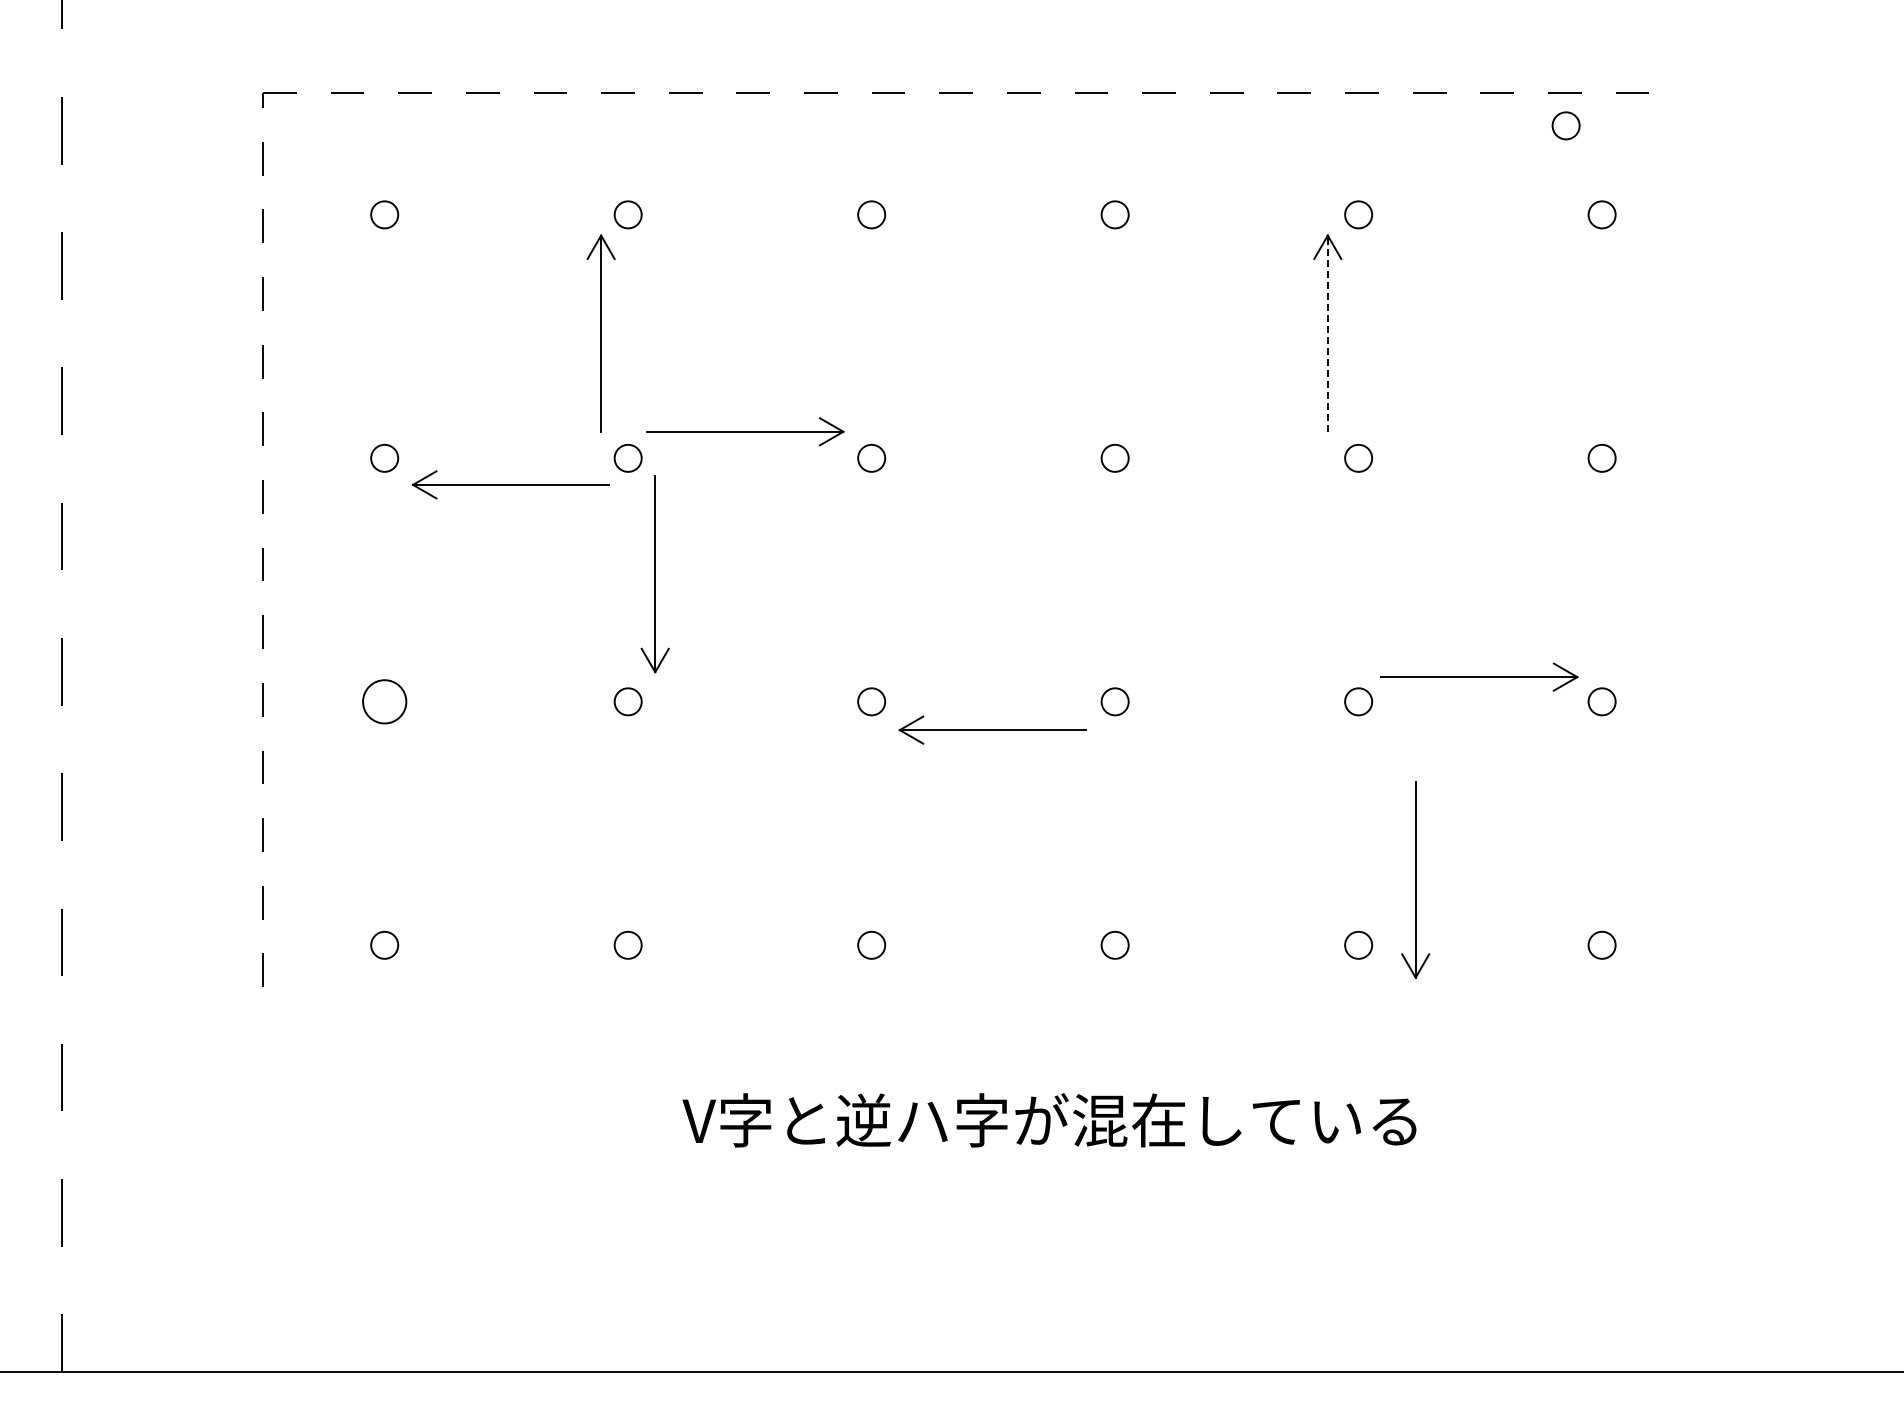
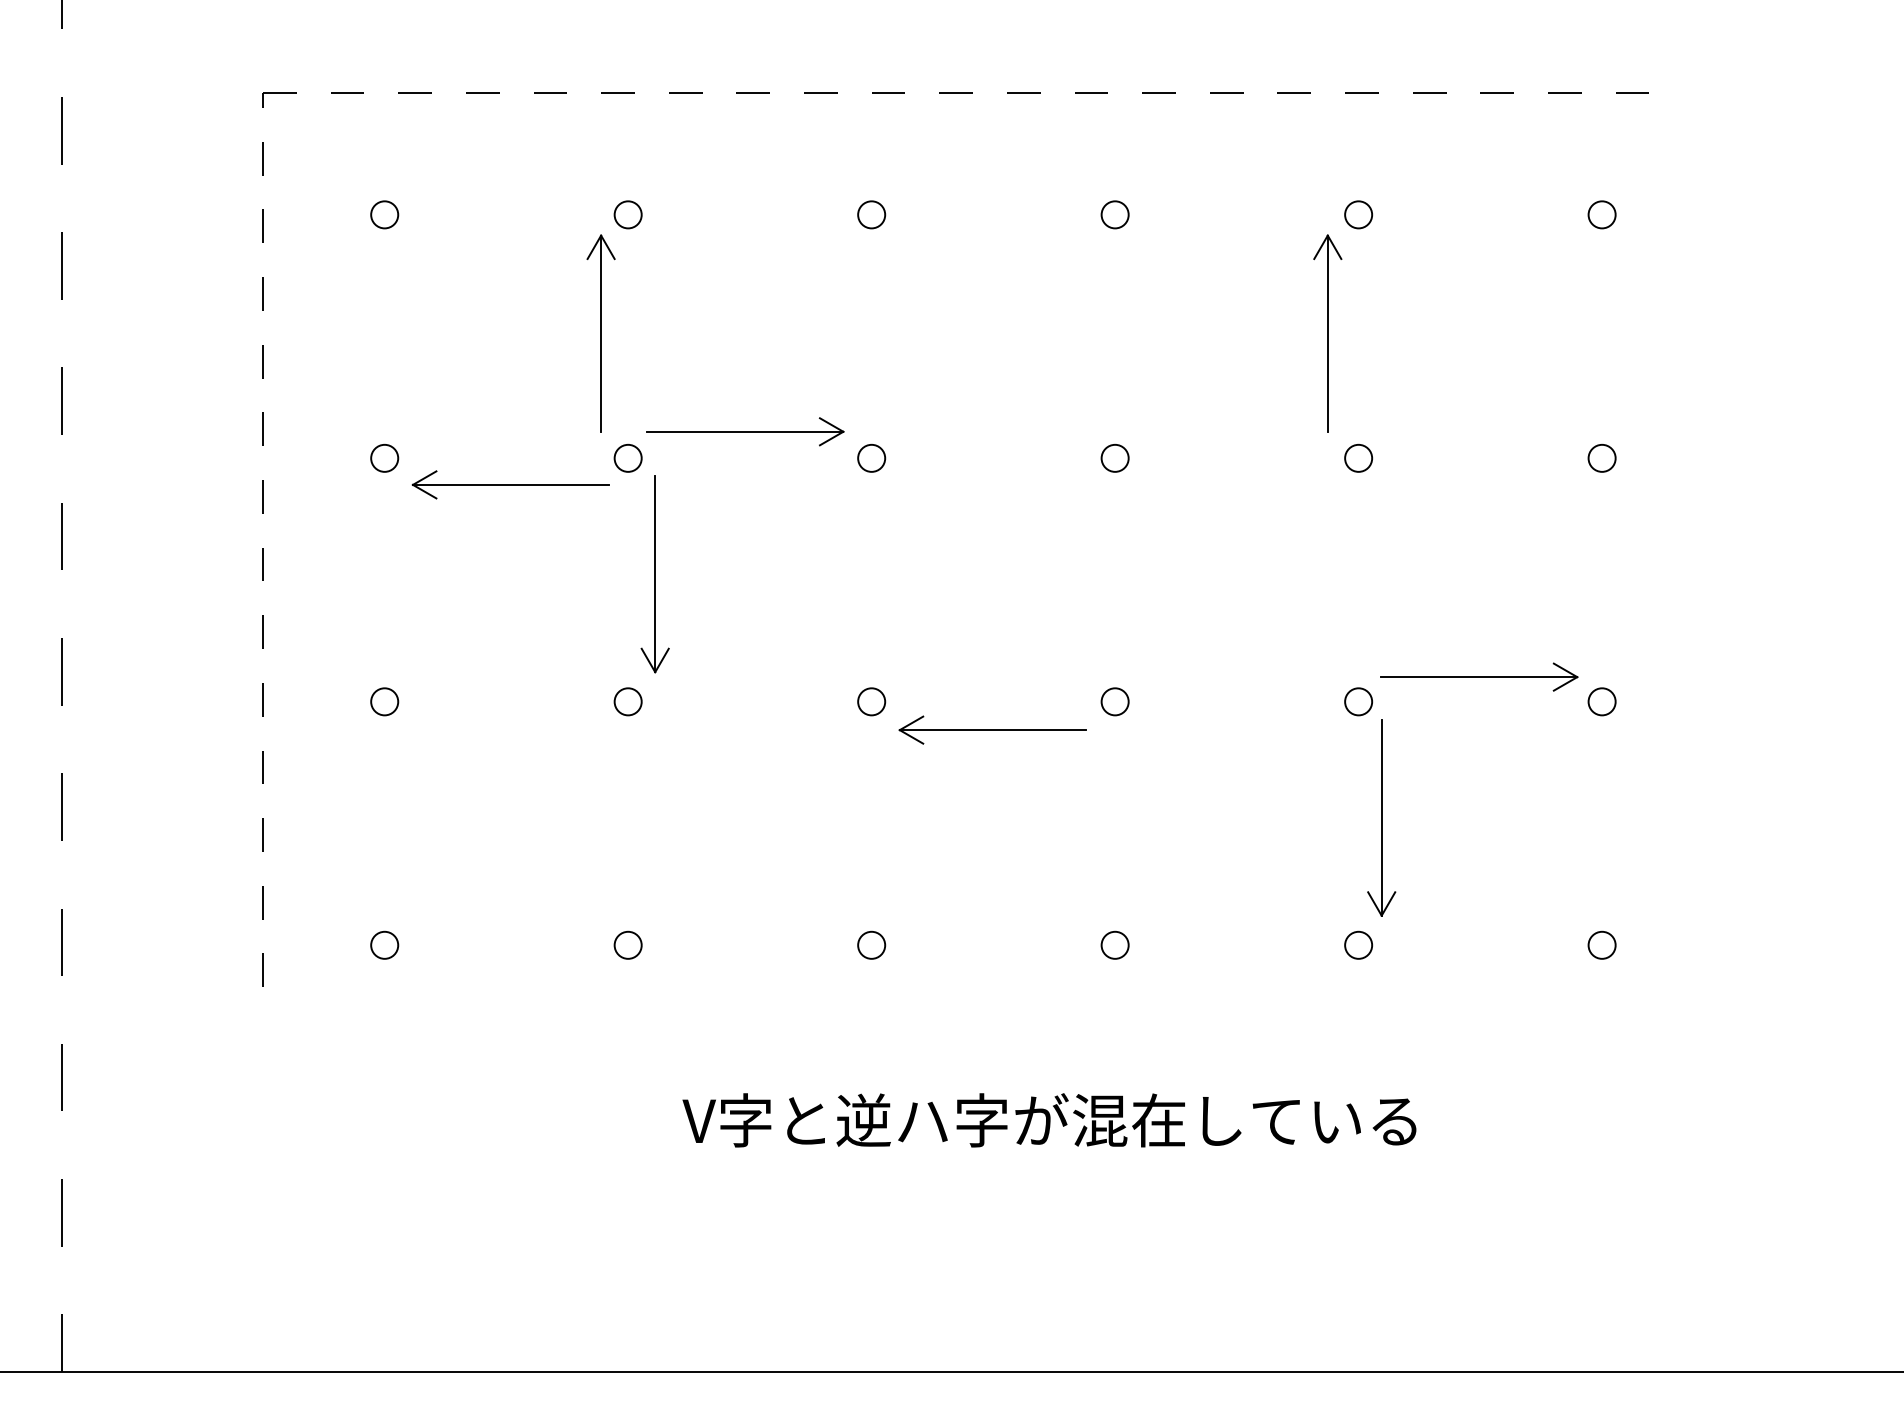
circle at (1565, 125): present -> none
line at (1327, 333): dashed -> solid
circle at (384, 701) diameter: 43 px -> 27 px
part at (1415, 879) position: (1415, 879) -> (1381, 817)
